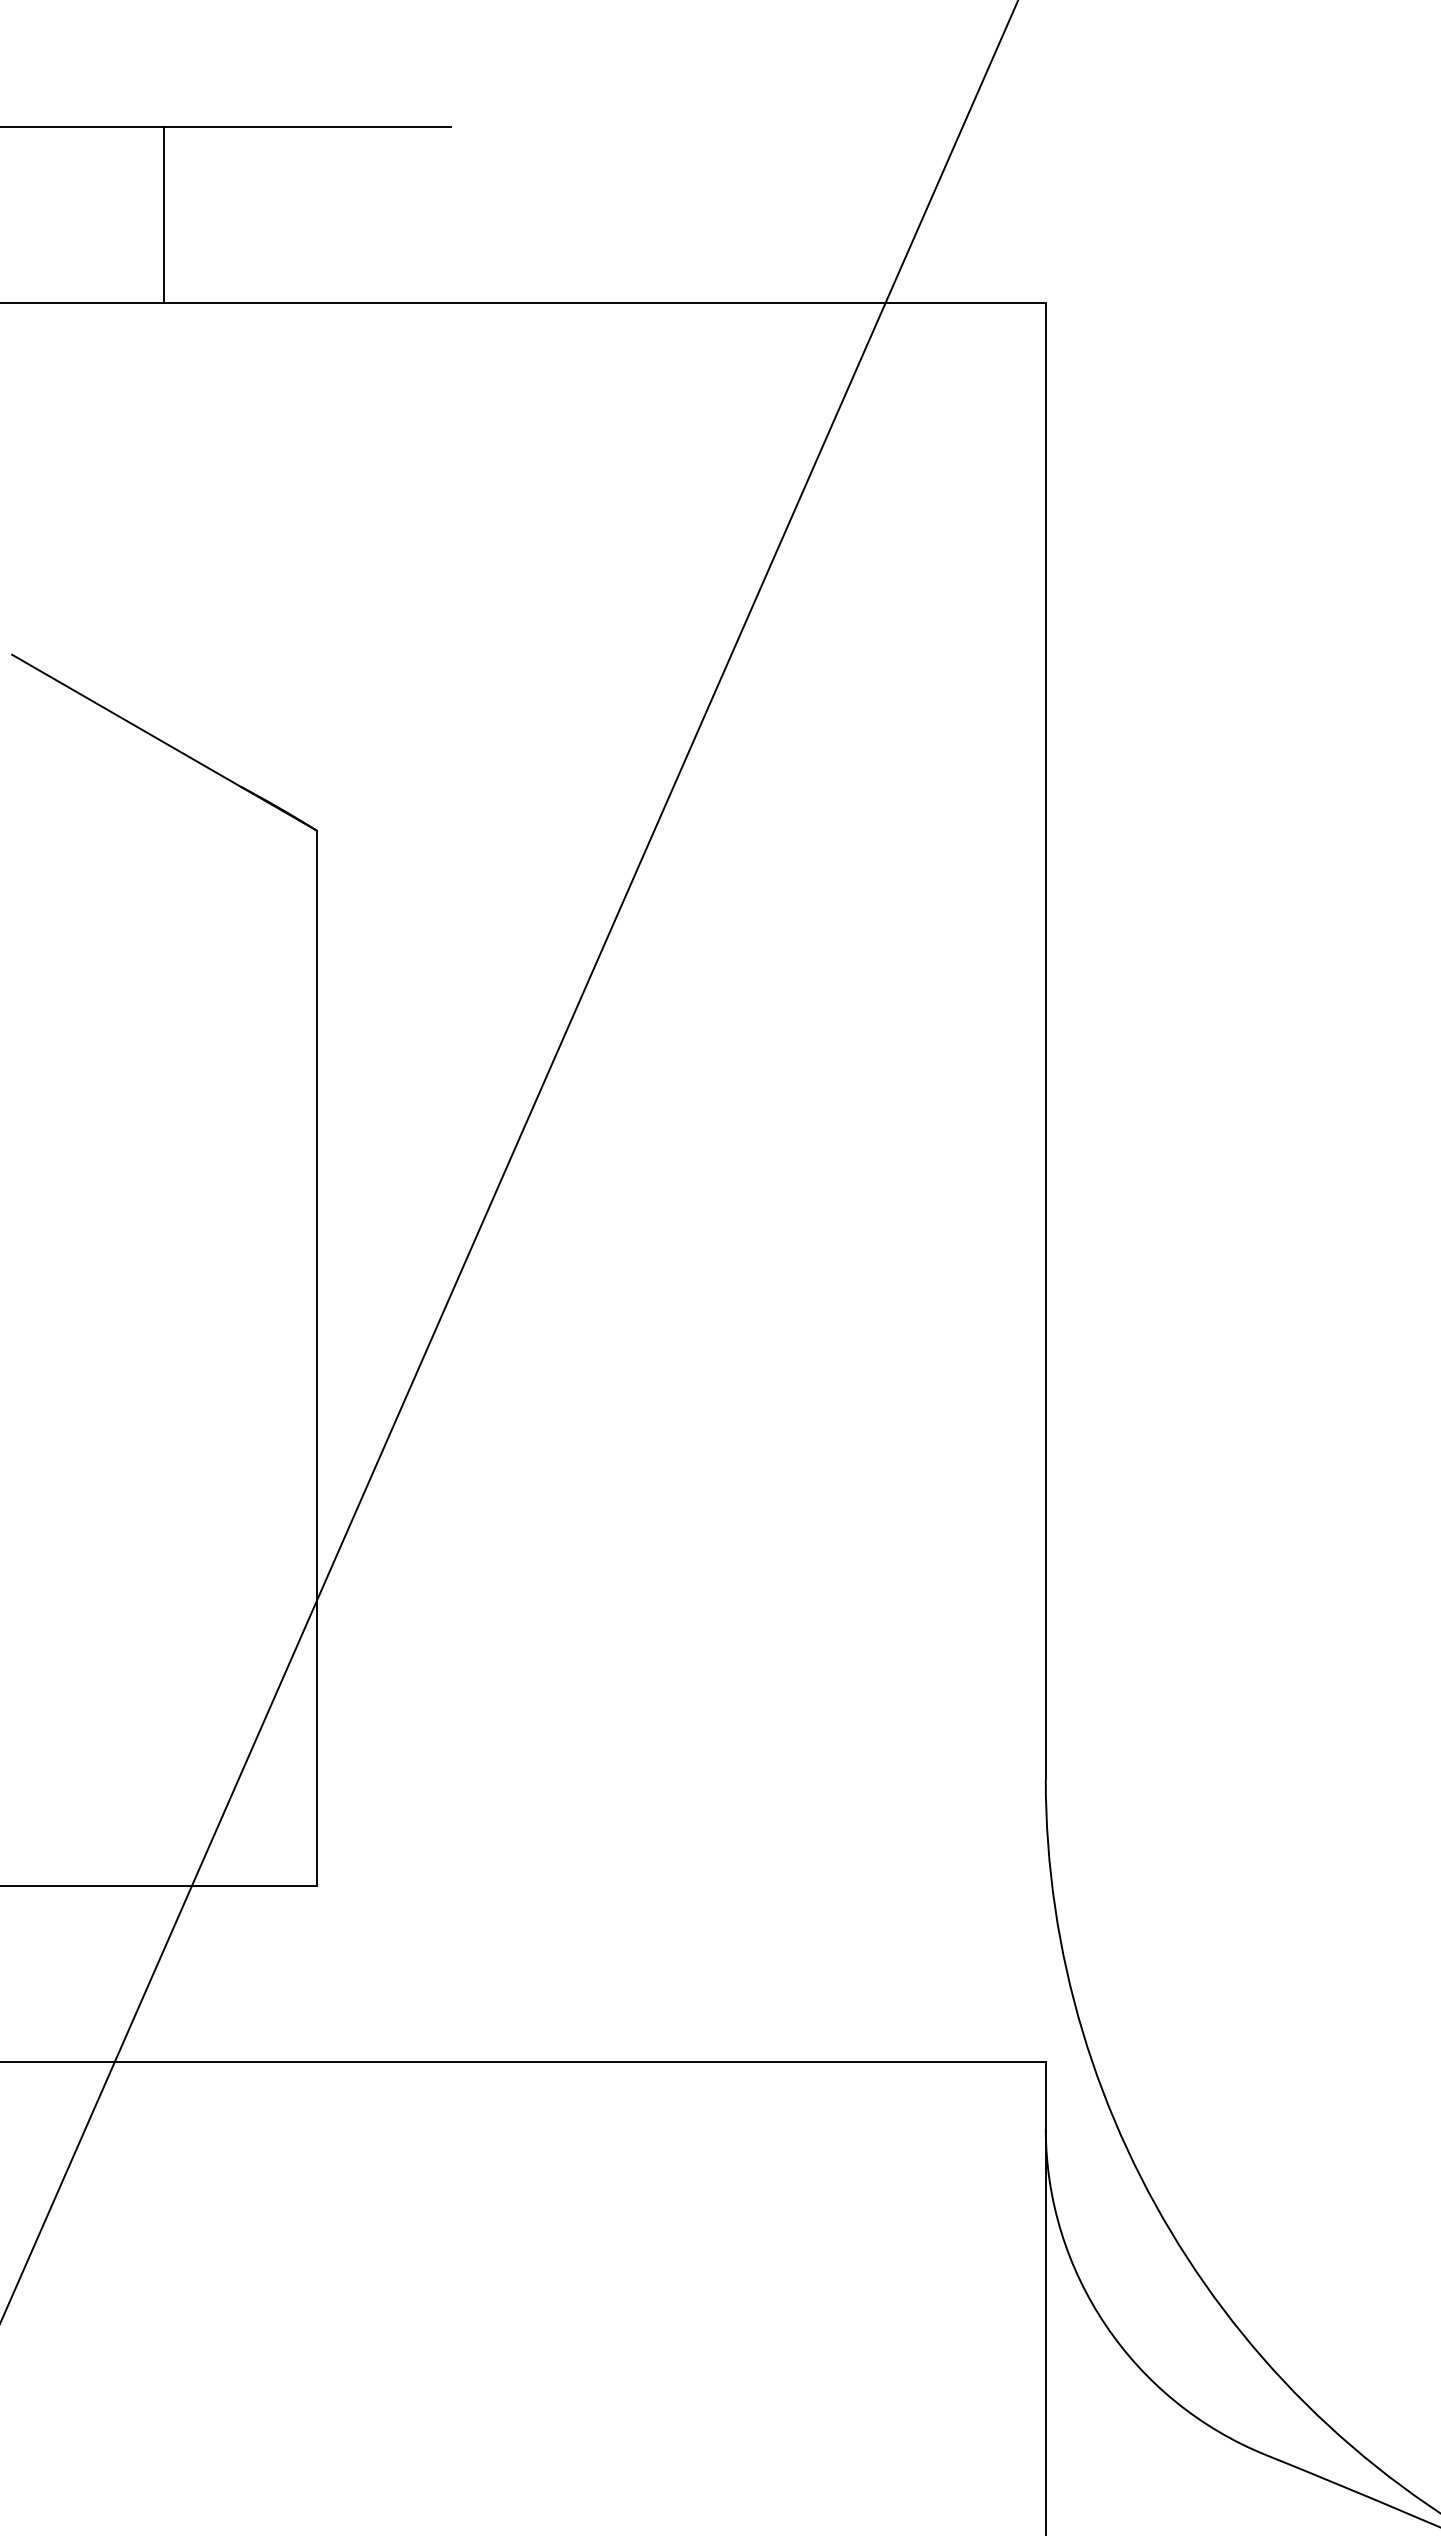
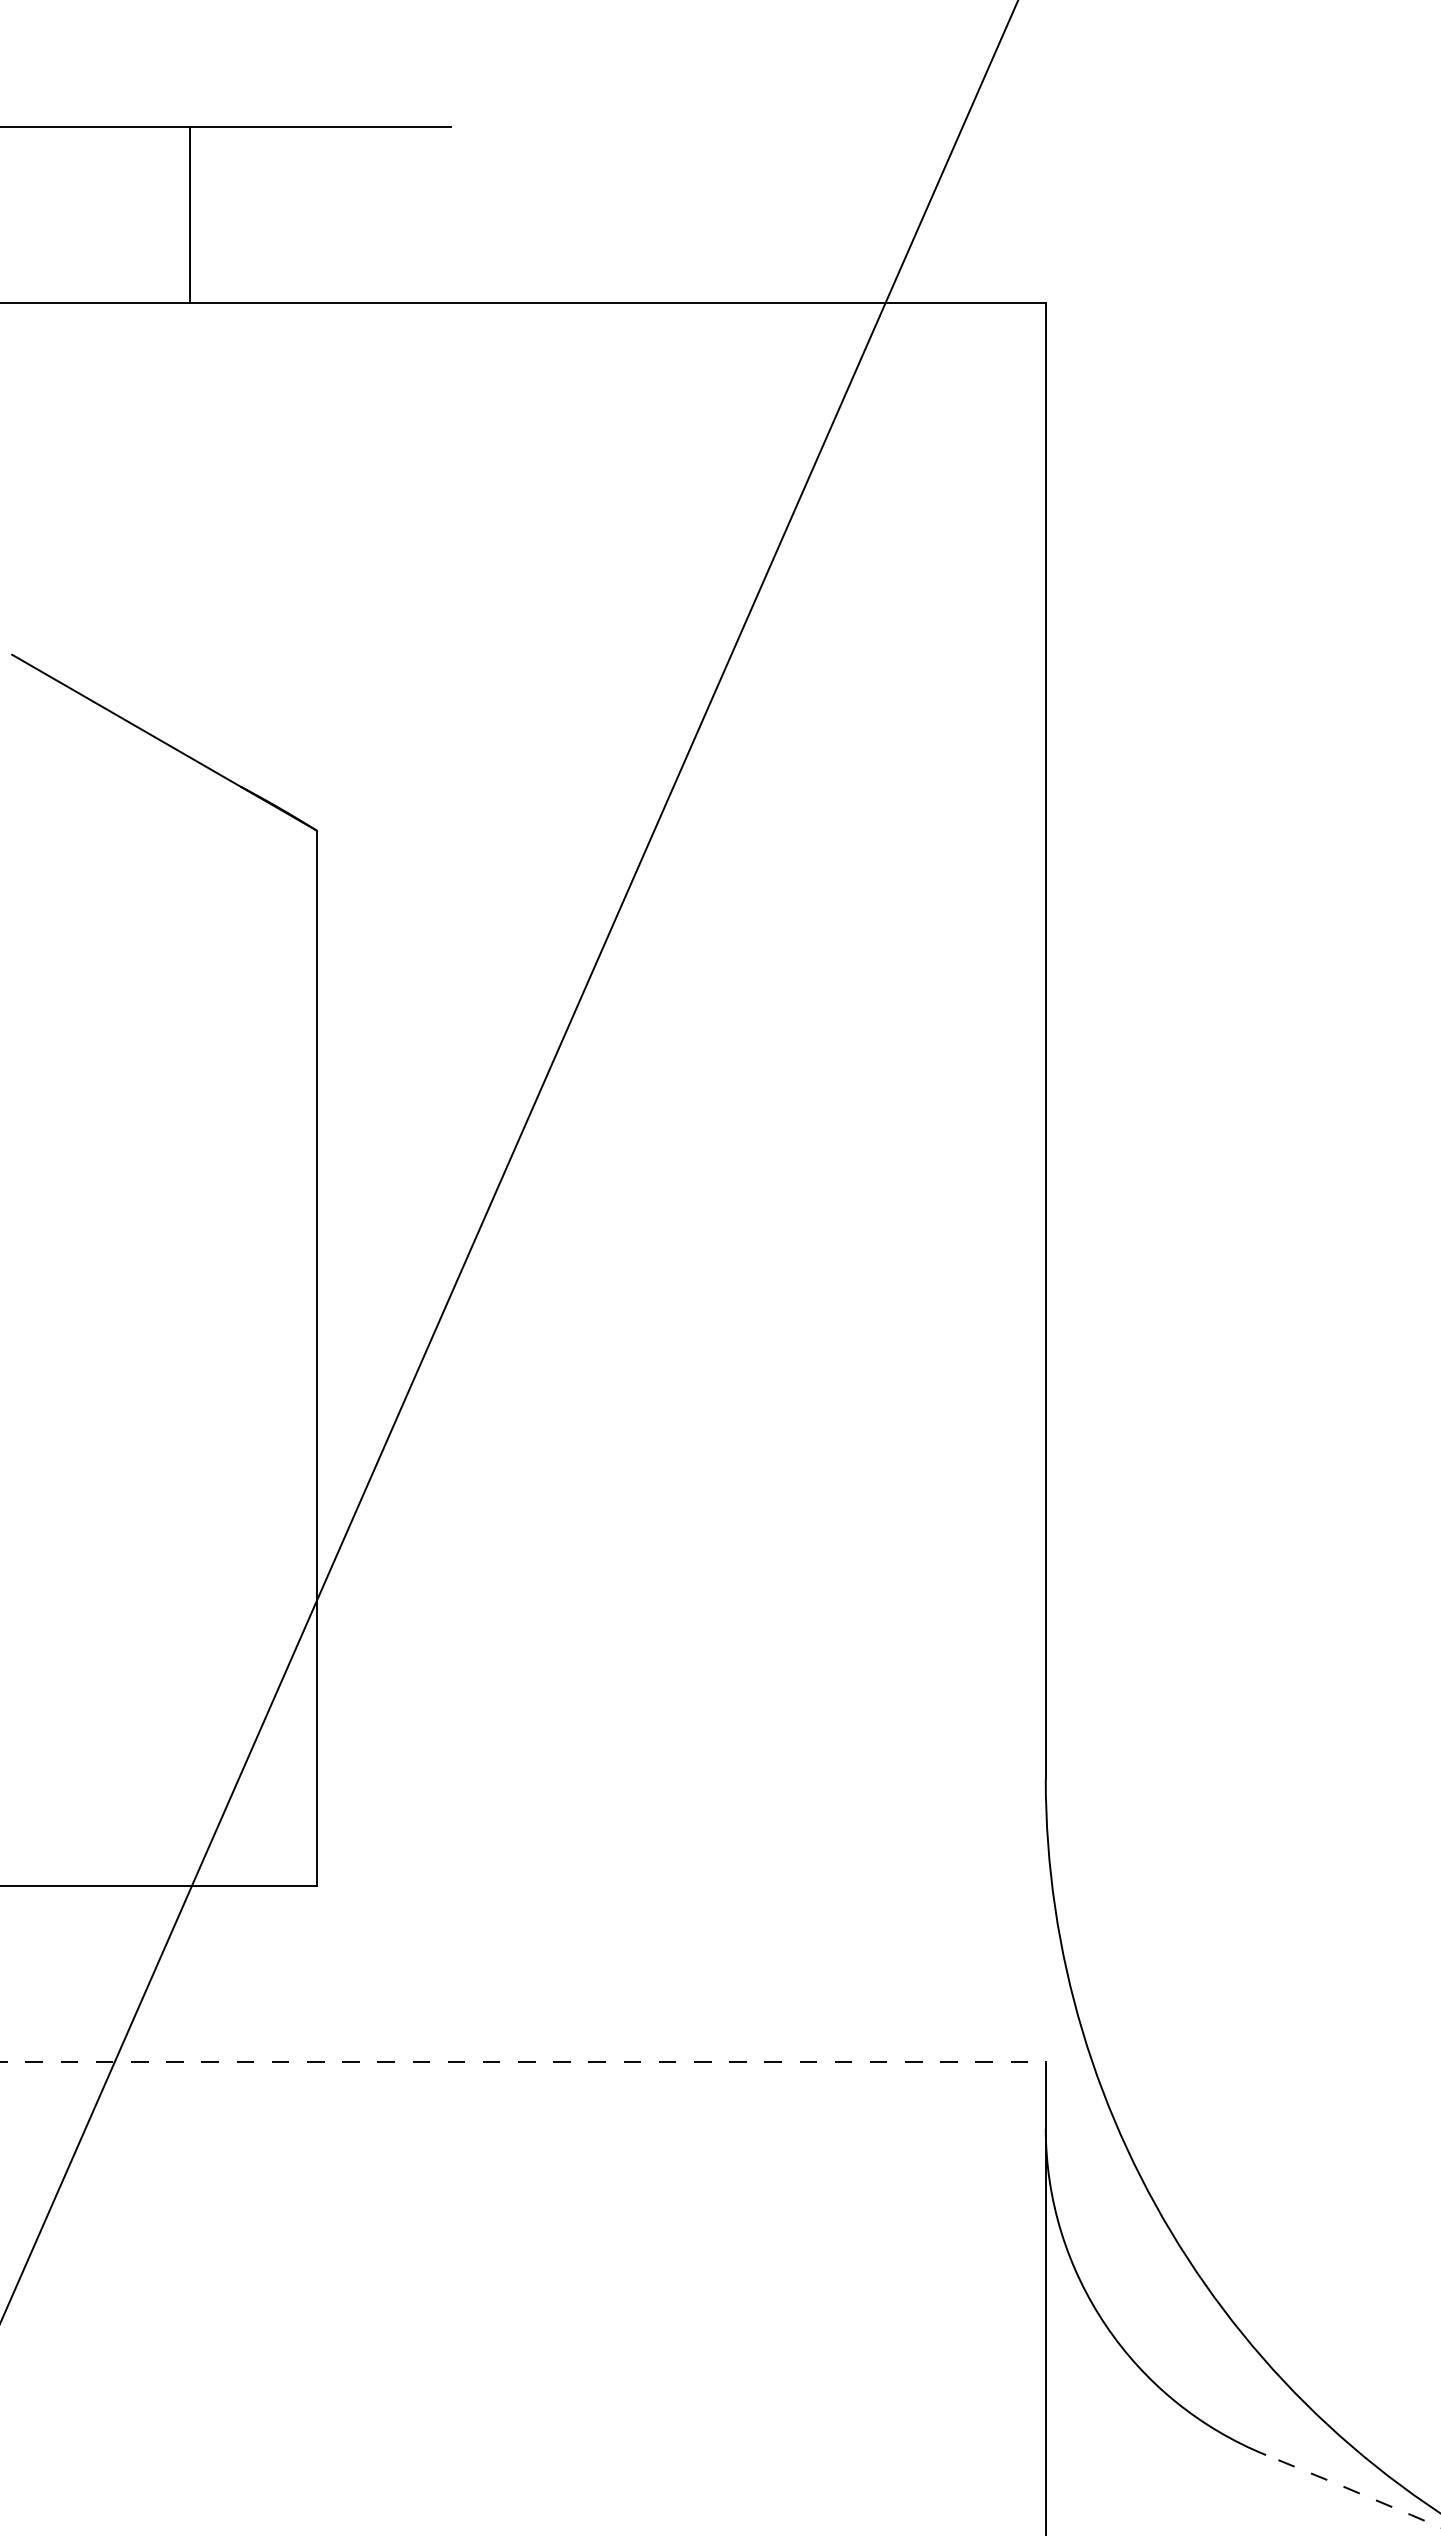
line at (164, 214) position: (164, 214) -> (190, 214)
line at (523, 2062): solid -> dashed
arc at (1352, 2490): solid -> dashed
